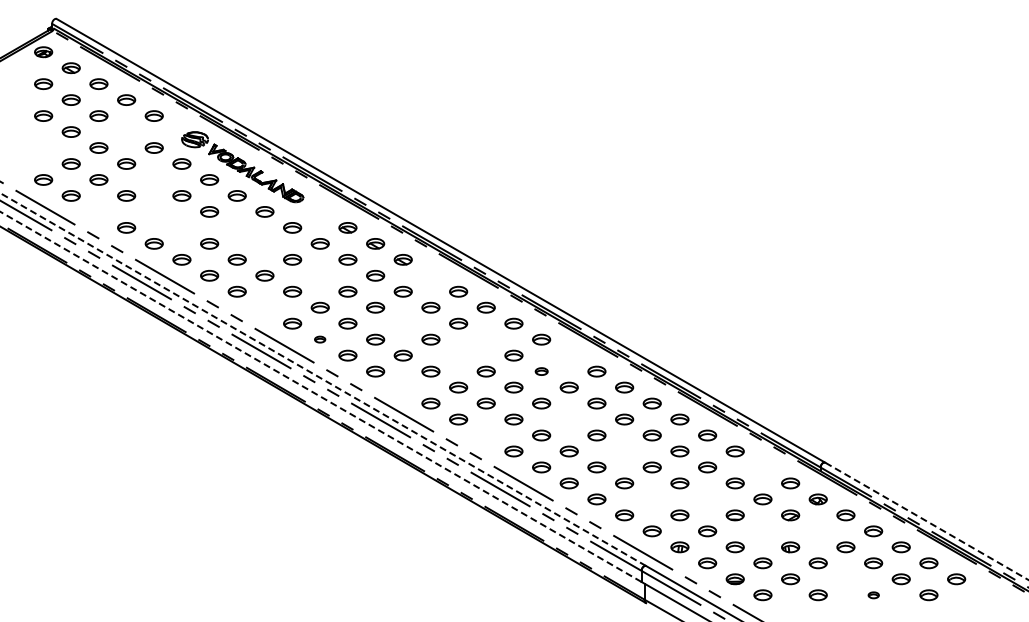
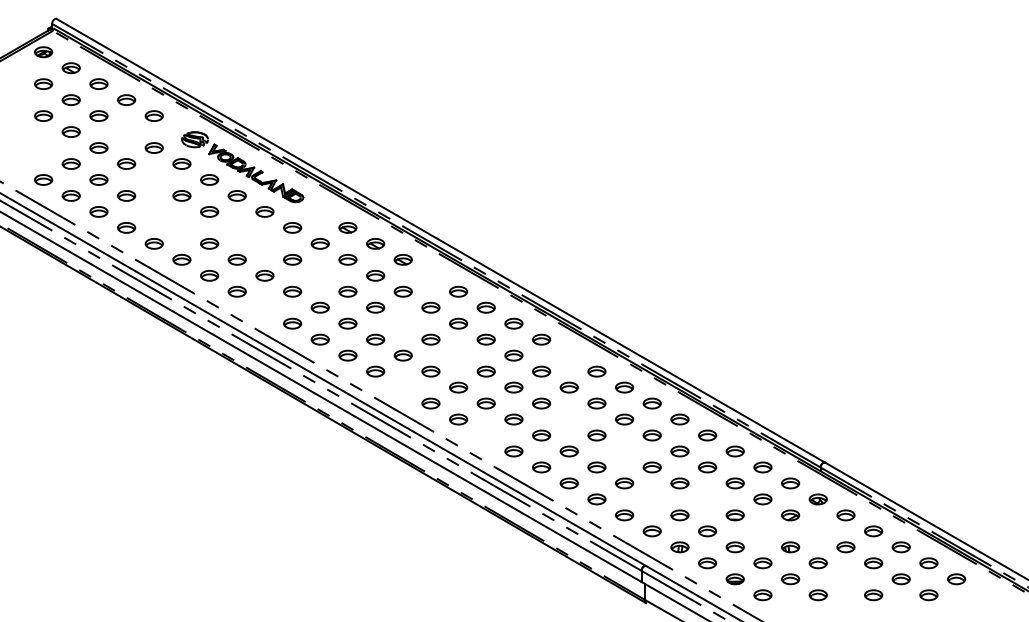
part at (98, 211): none -> present
part at (320, 339) size: 13x9 px -> 20x13 px
part at (485, 339): none -> present
part at (541, 371) size: 15x9 px -> 20x13 px
line at (323, 379): dashed -> solid
line at (320, 396): dashed -> solid
part at (762, 467): none -> present
line at (926, 521): dashed -> solid
part at (873, 595) size: 13x9 px -> 20x13 px
